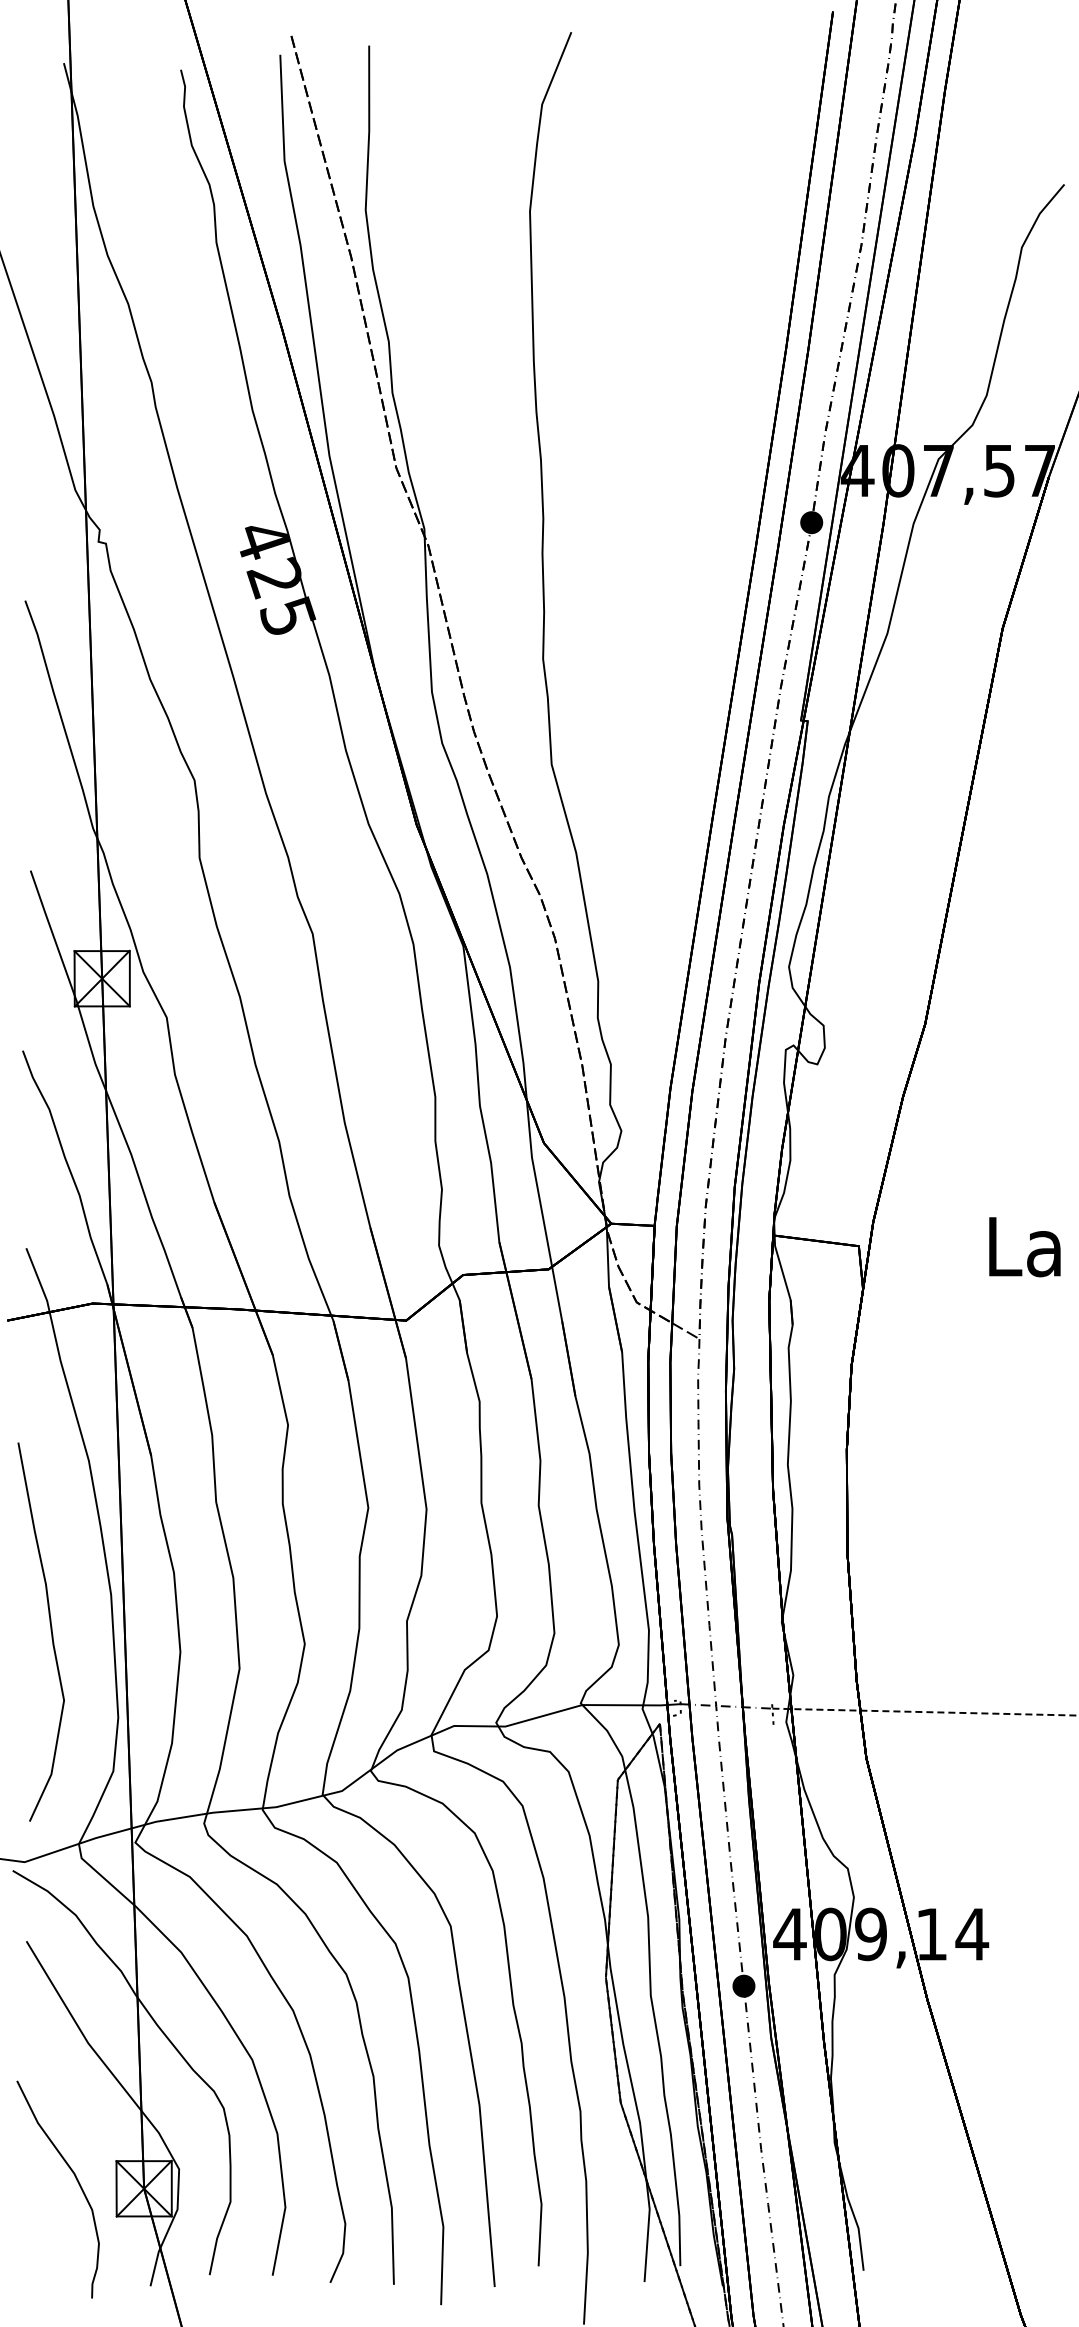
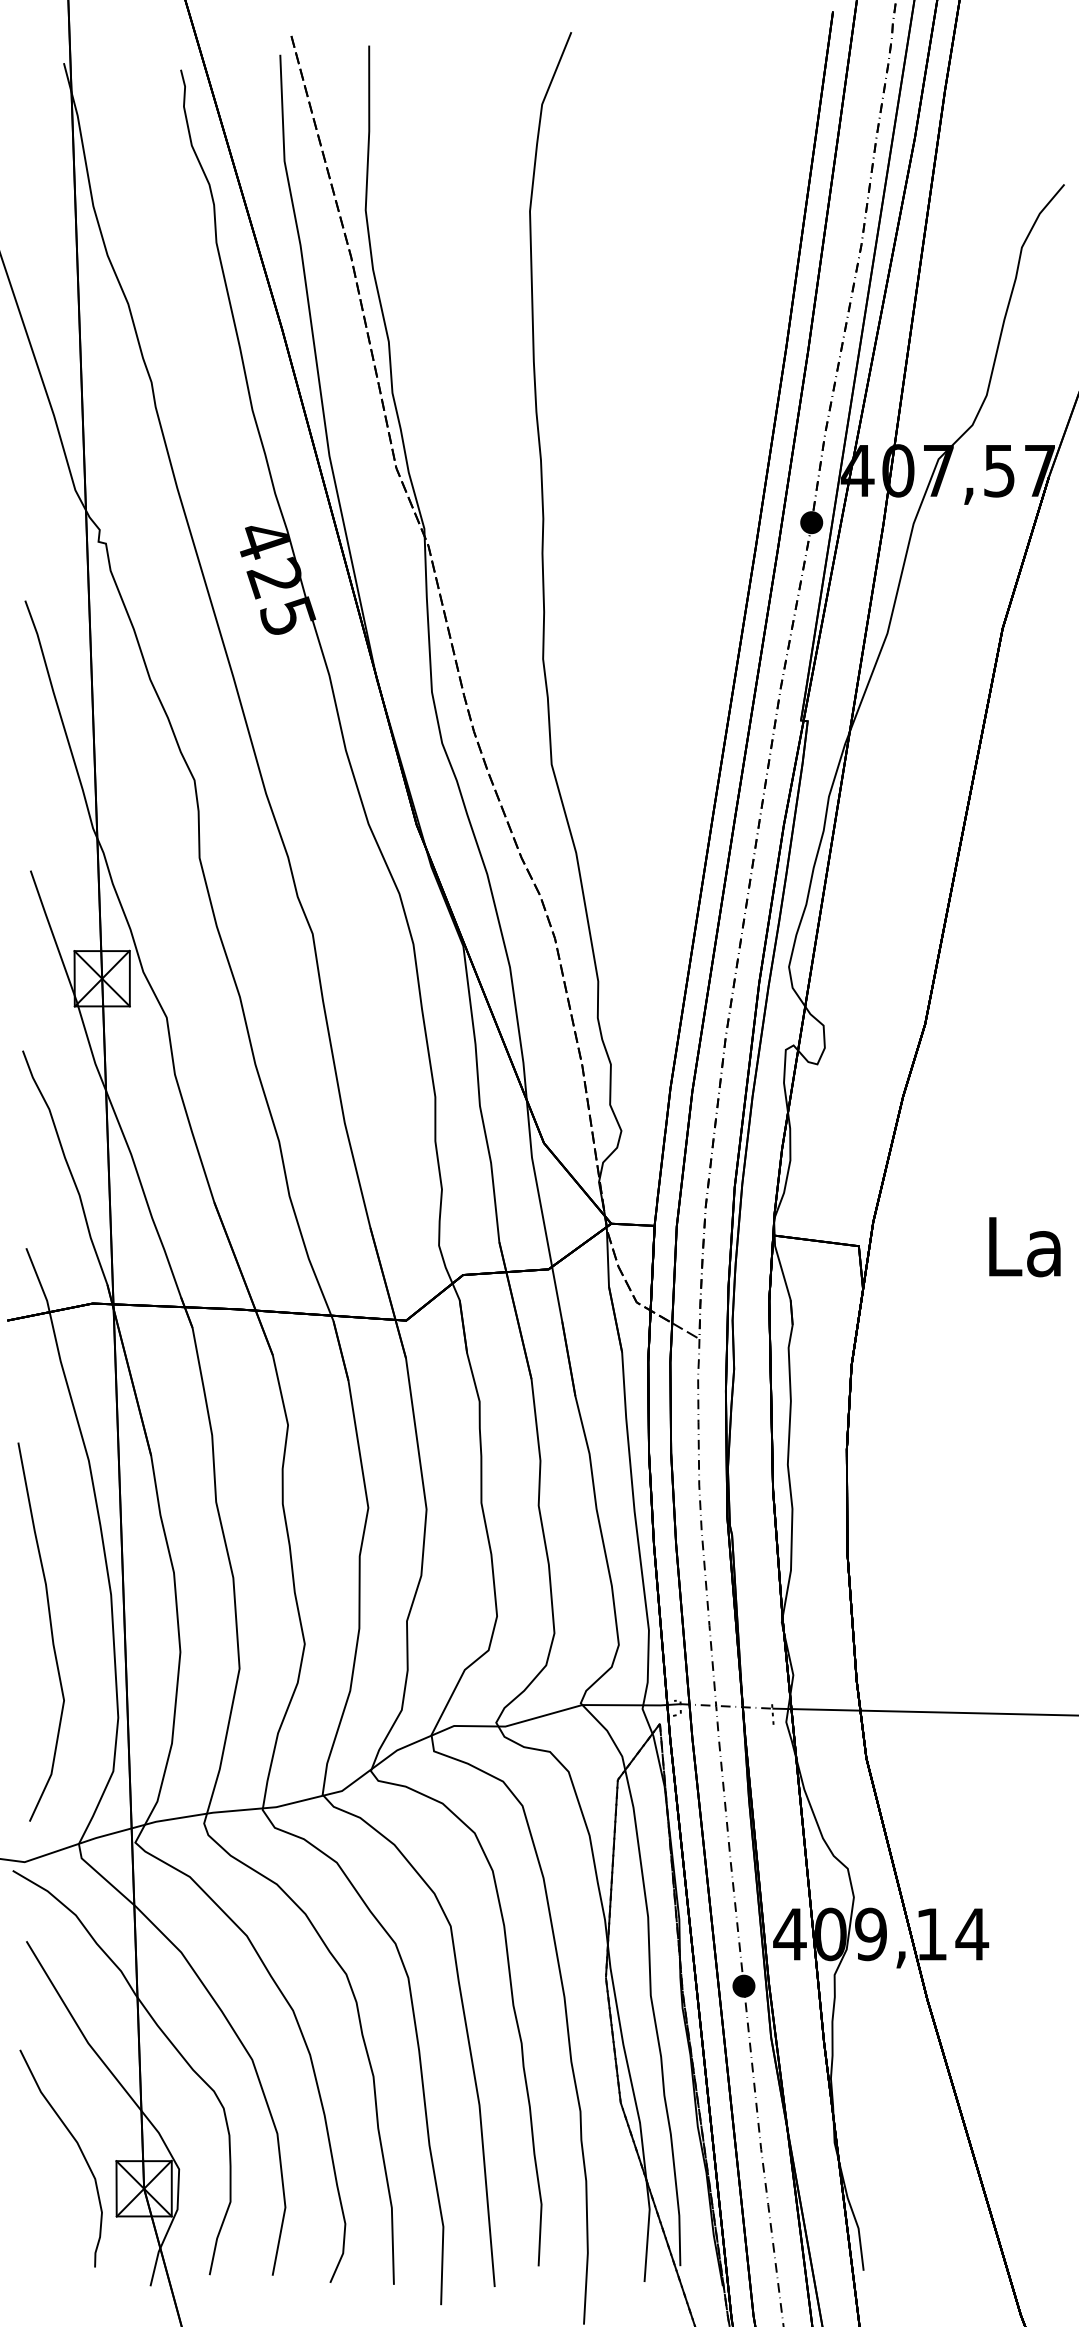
line at (926, 1712): dashed -> solid
curve at (76, 2180) position: (76, 2180) -> (79, 2149)
